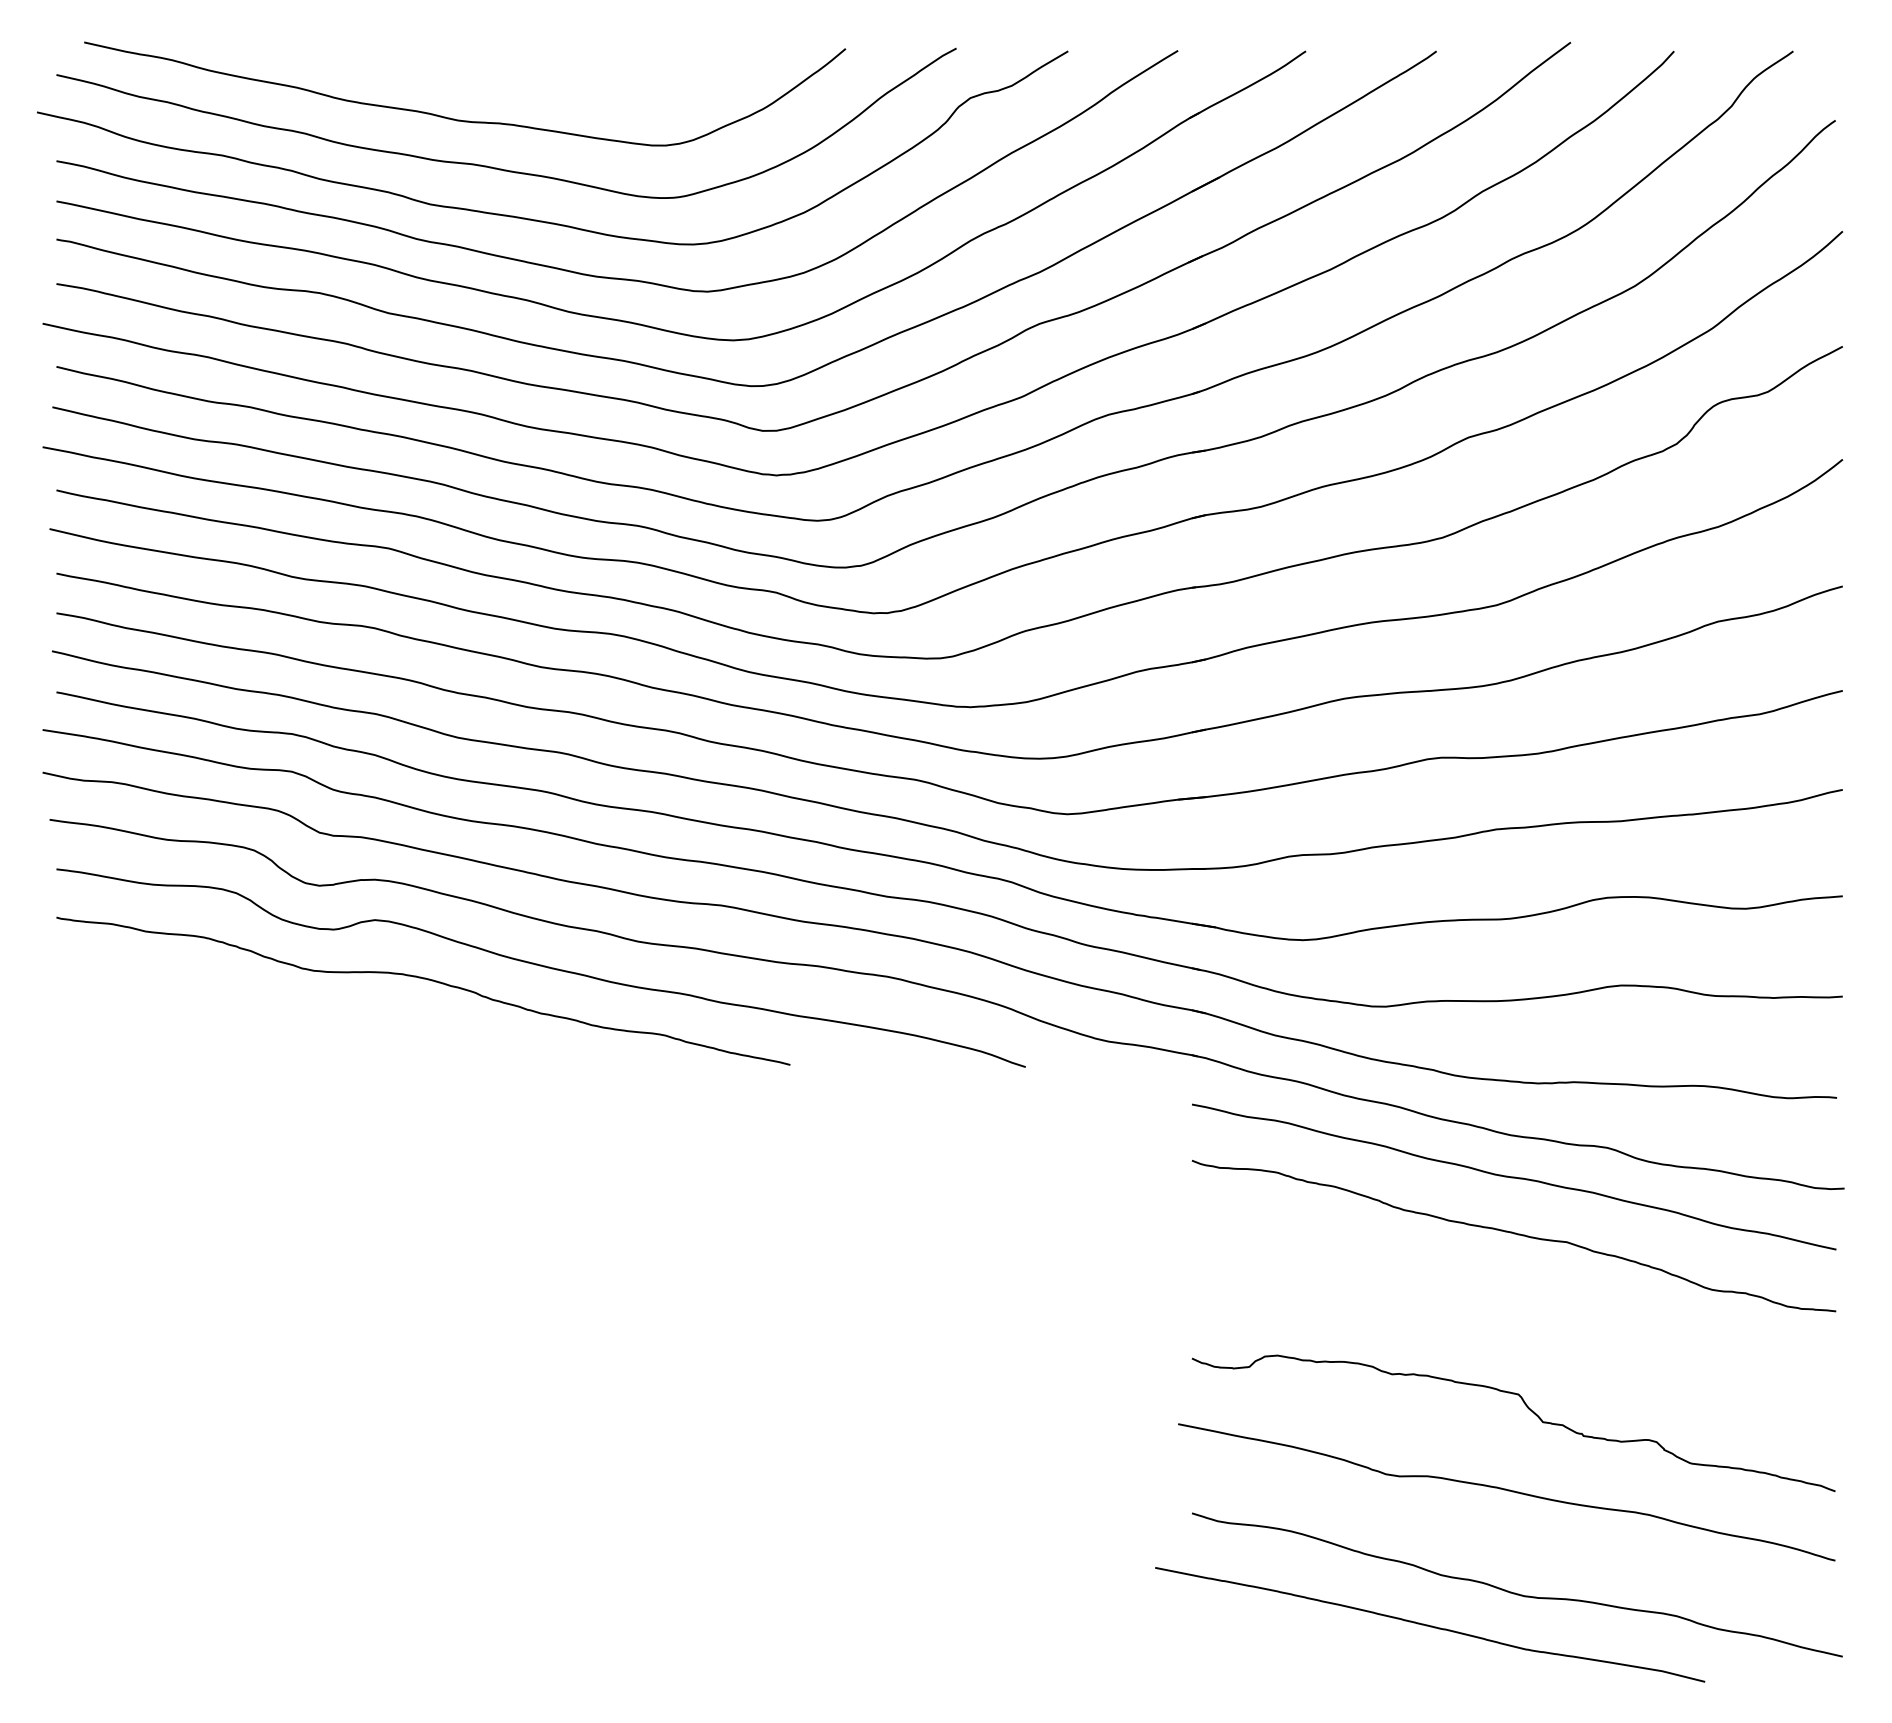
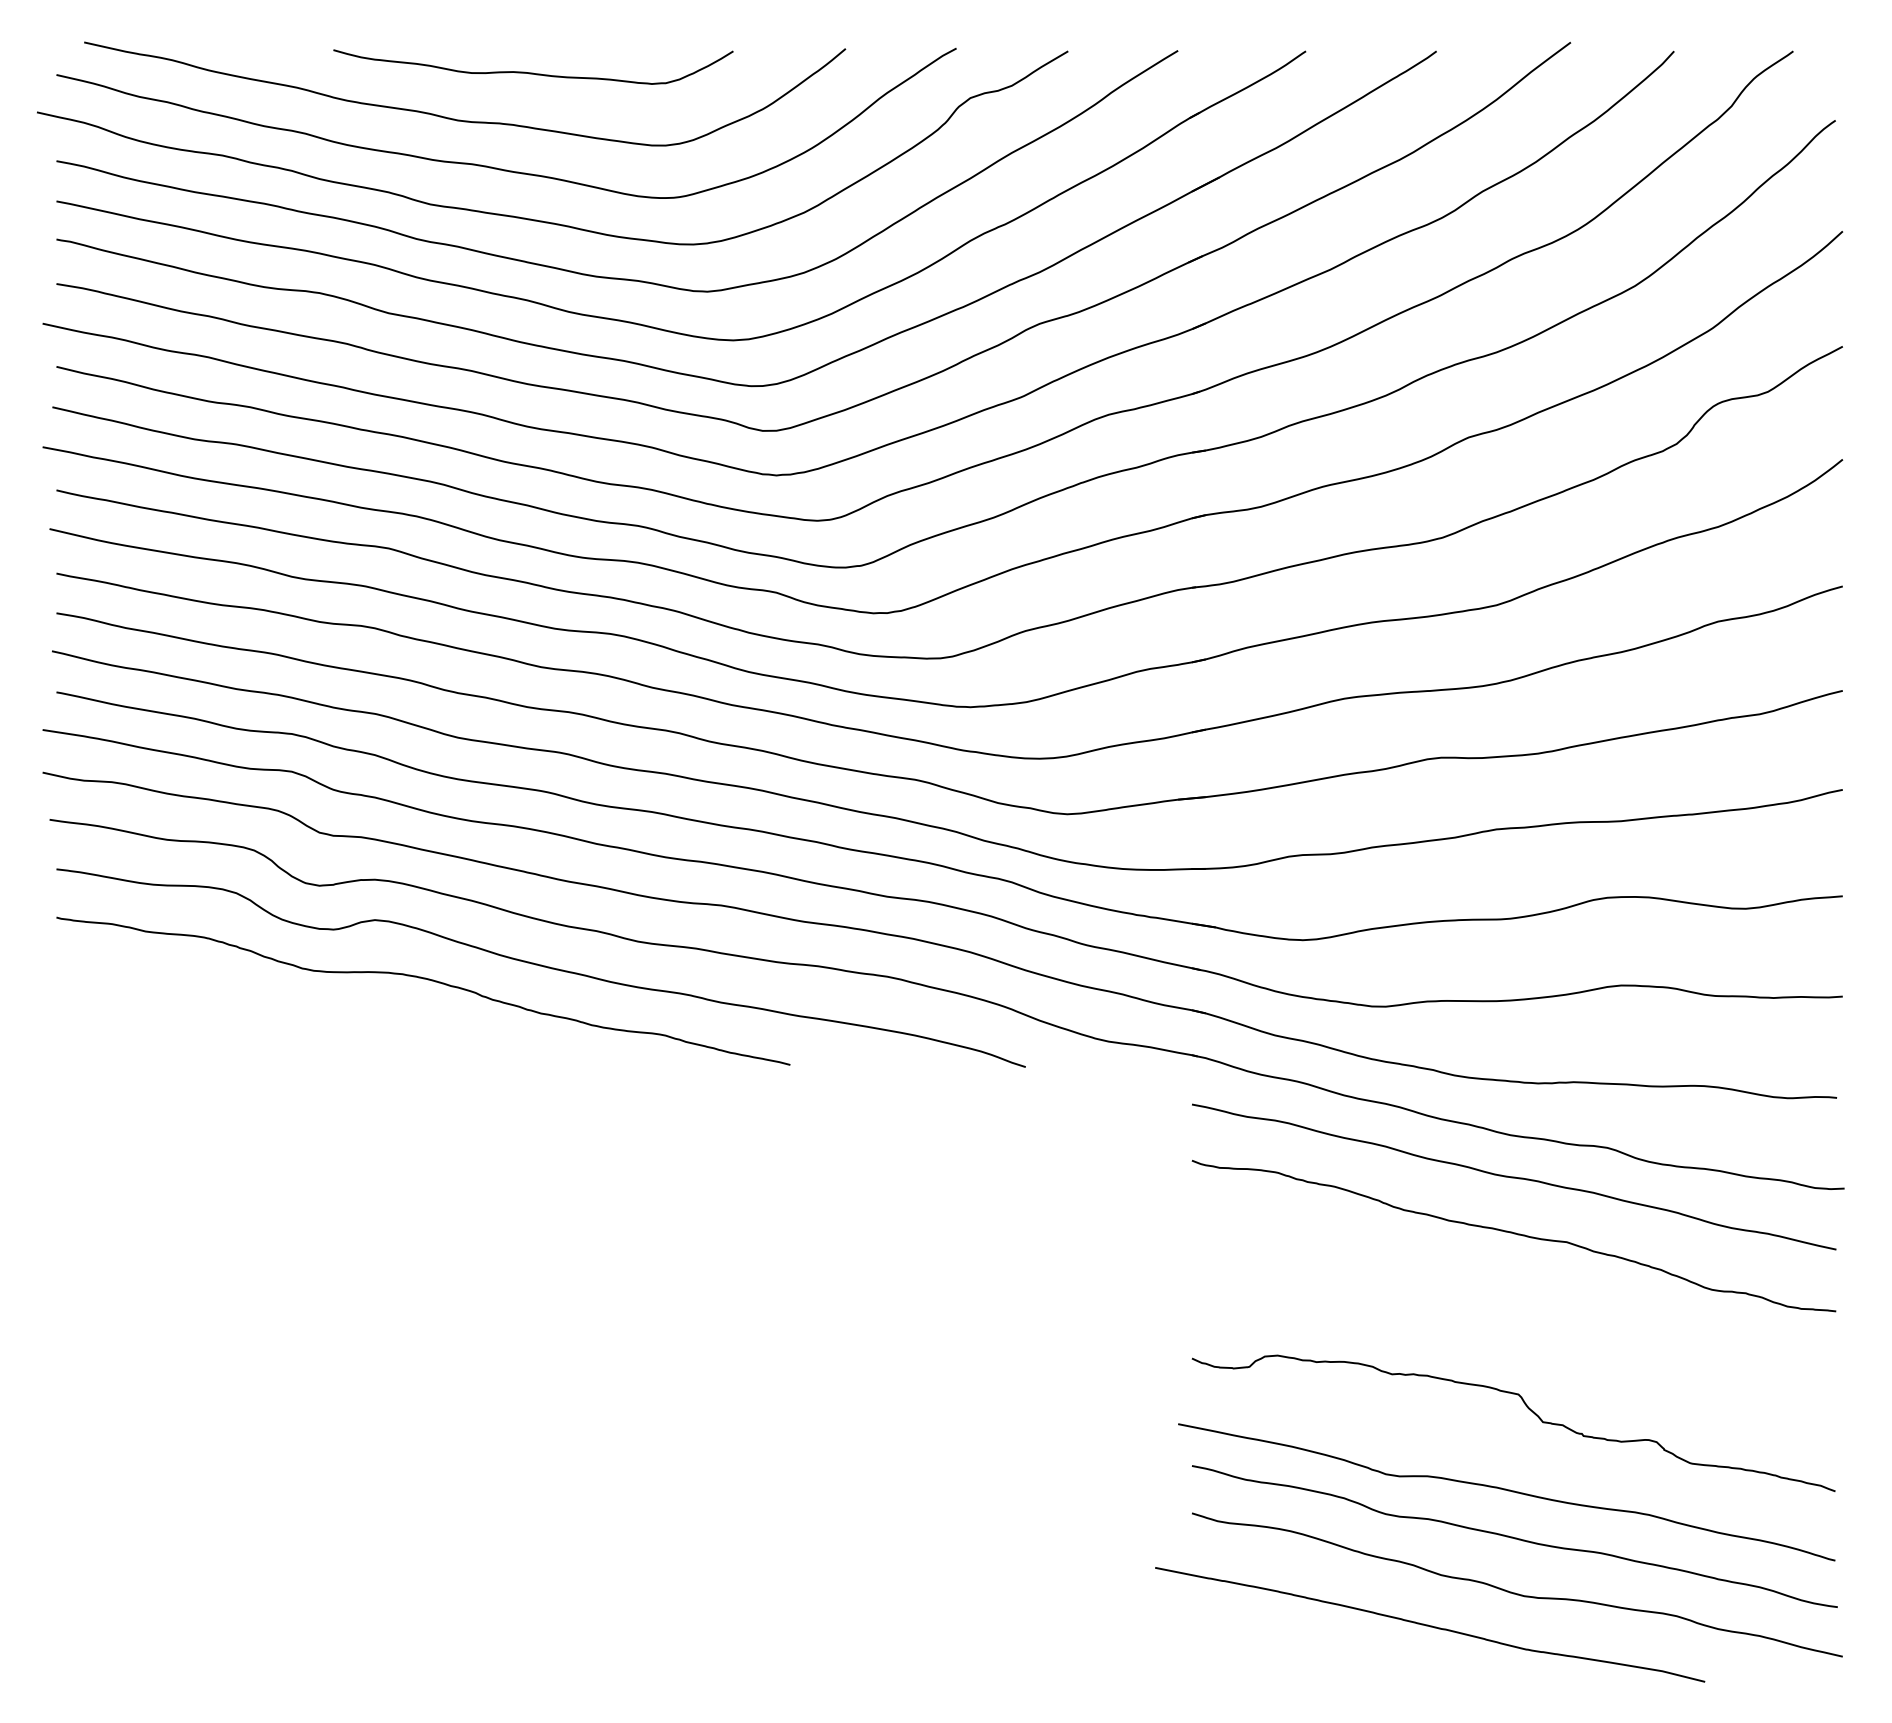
curve at (533, 72): none -> present
curve at (1514, 1537): none -> present
